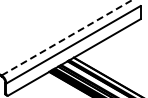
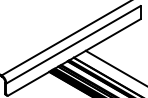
line at (66, 37): dashed -> solid
line at (114, 67): none -> present
